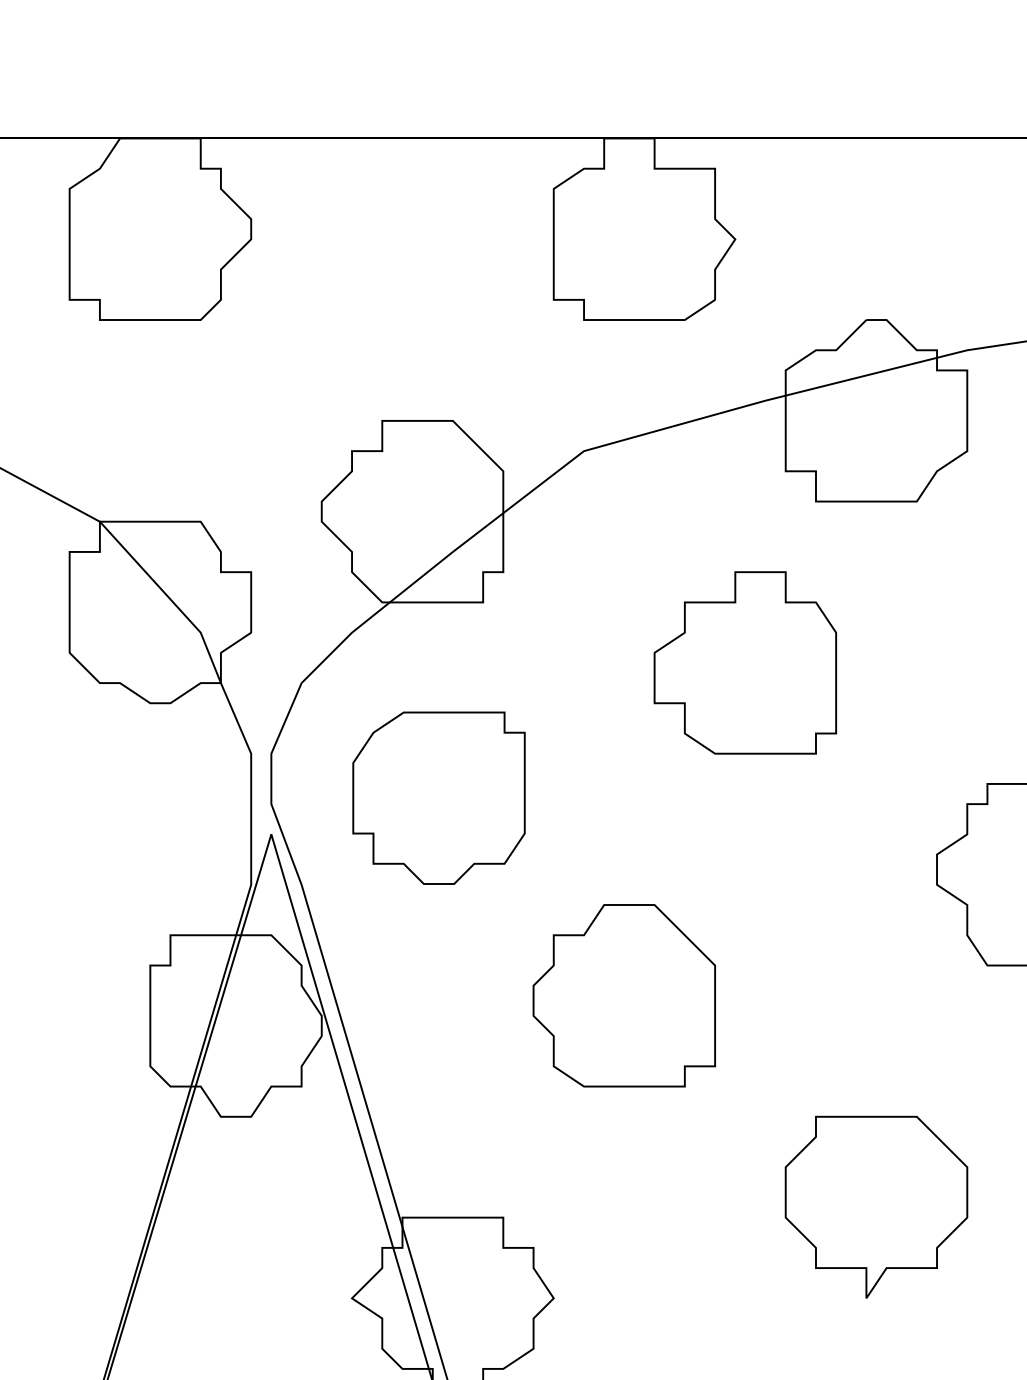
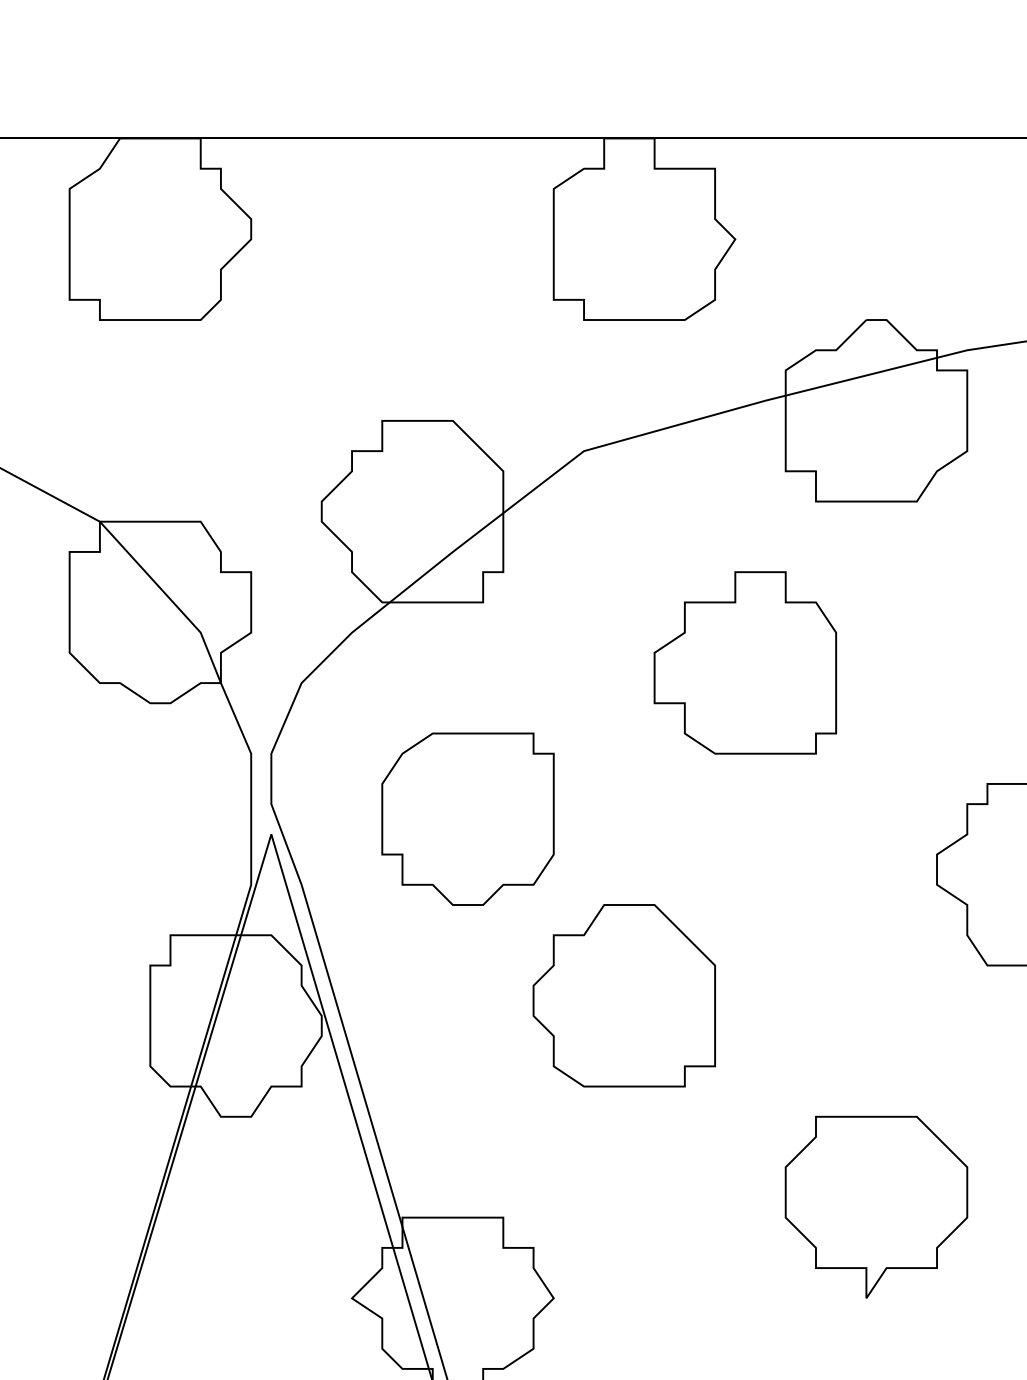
part at (438, 797) position: (438, 797) -> (467, 818)
